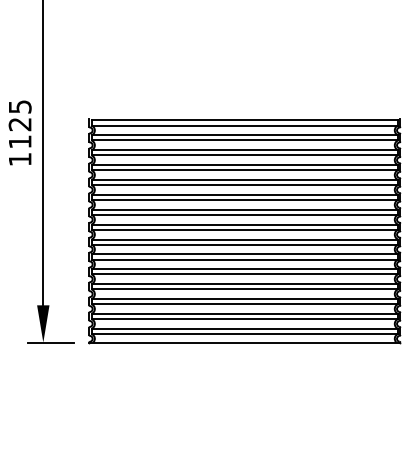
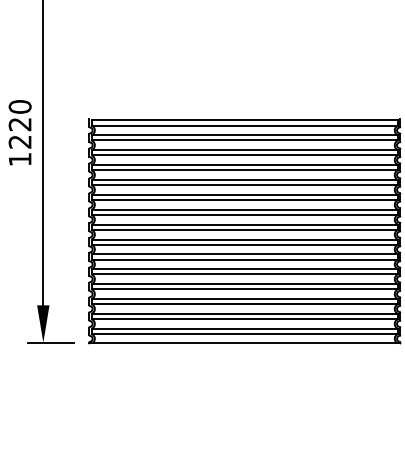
text at (19, 124): 1125 -> 1220
